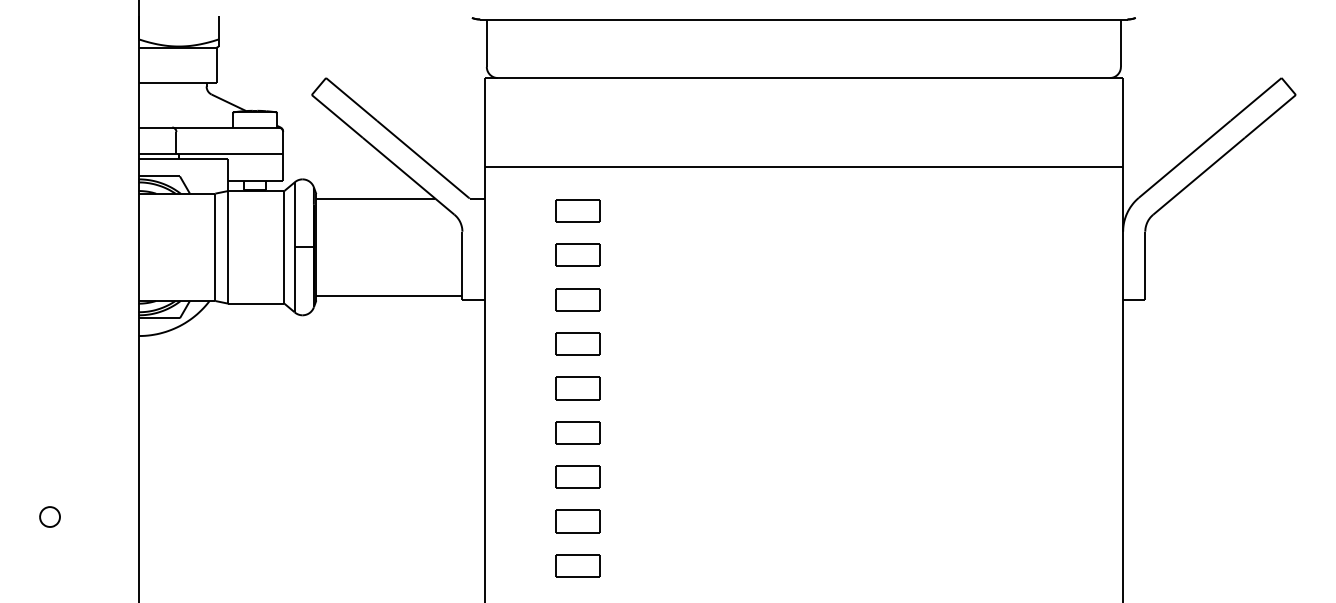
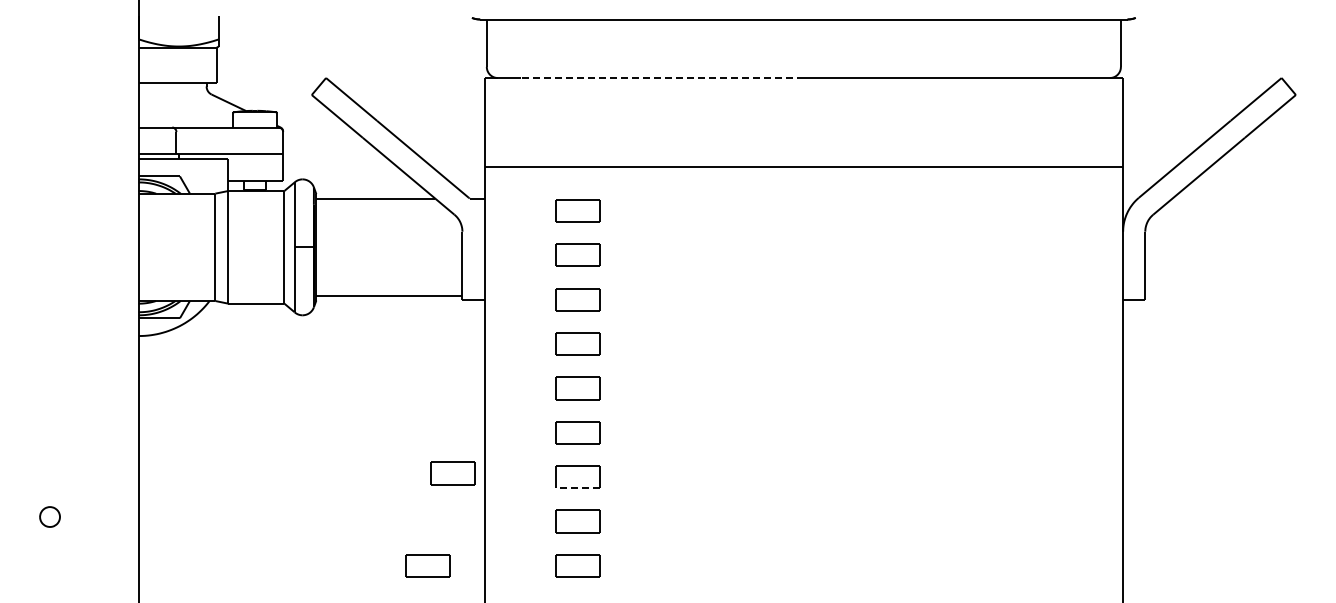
line at (662, 78): solid -> dashed
part at (452, 473): none -> present
line at (577, 488): solid -> dashed
part at (427, 565): none -> present
